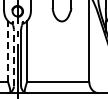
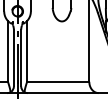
line at (7, 50): dashed -> solid
line at (13, 57): dashed -> solid
